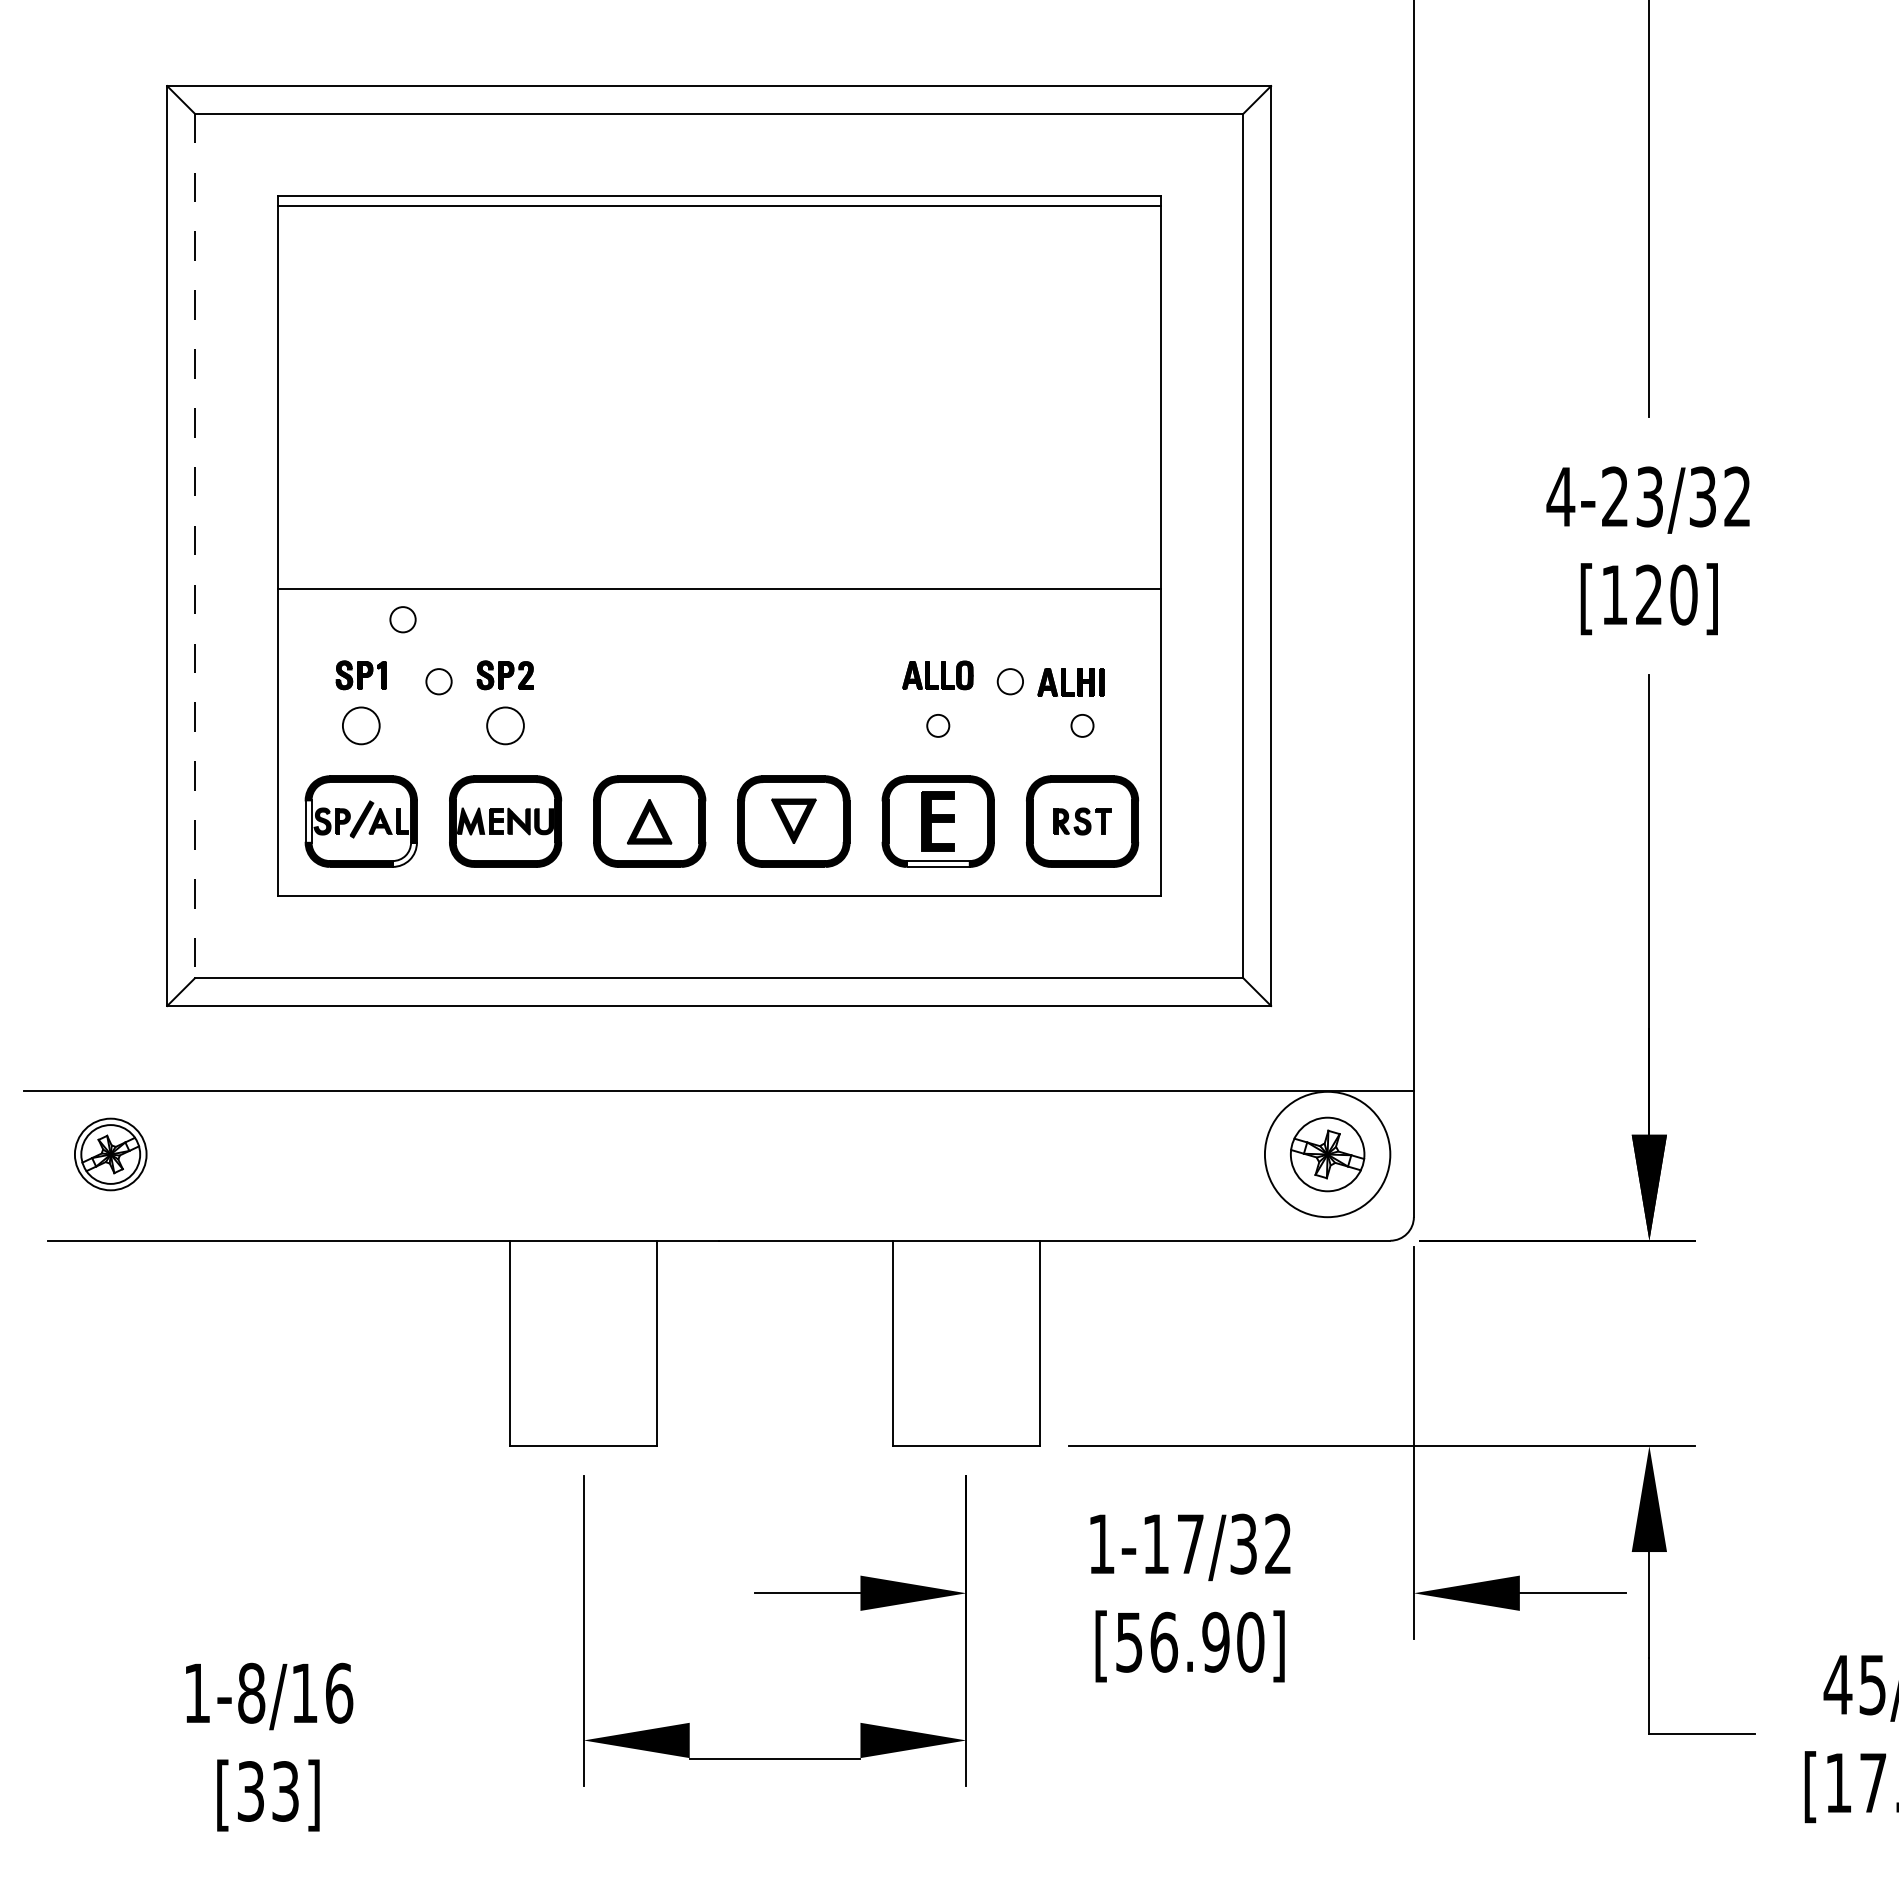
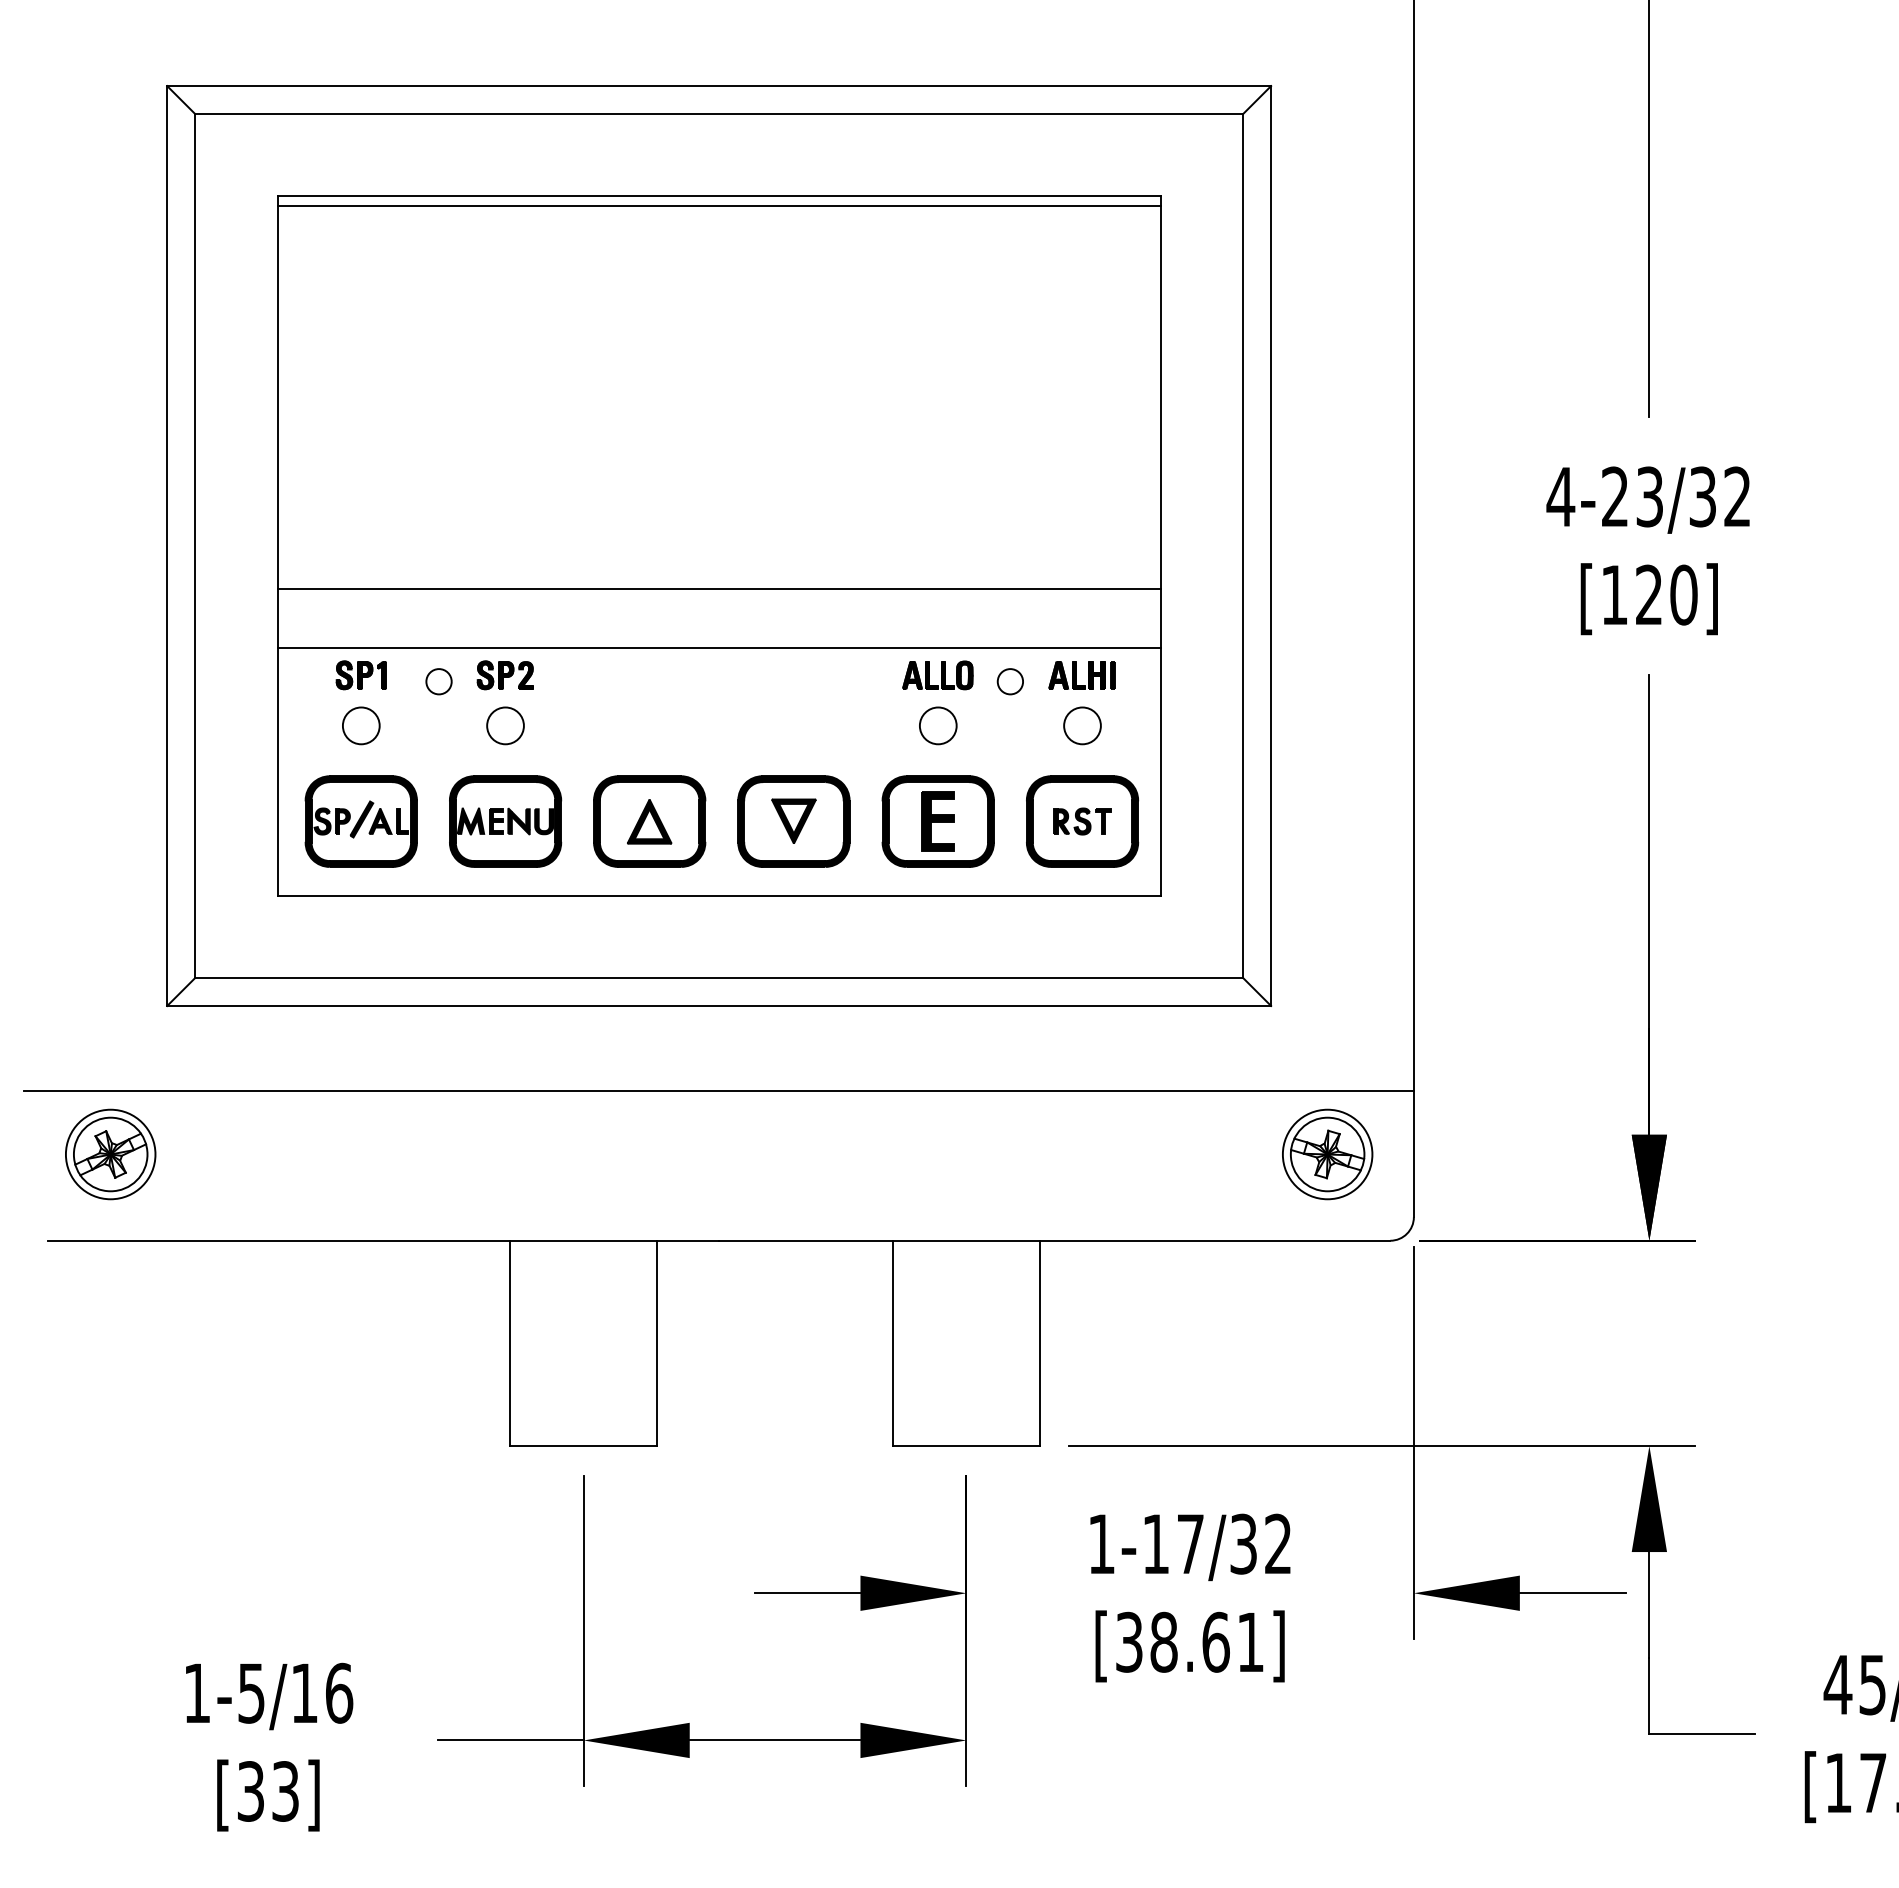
line at (194, 546): dashed -> solid
circle at (402, 619): present -> none
line at (718, 647): none -> present
part at (1070, 682) position: (1070, 682) -> (1081, 675)
circle at (938, 725) diameter: 22 px -> 37 px
circle at (1082, 725) diameter: 22 px -> 37 px
fill at (308, 821): none -> present
fill at (404, 854): none -> present
fill at (937, 863): none -> present
part at (110, 1154) size: 74x75 px -> 92x93 px
circle at (1327, 1154) diameter: 125 px -> 90 px
text at (1190, 1641): [56.90] -> [38.61]
text at (251, 1692): 1-8/16 -> 1-5/16
line at (510, 1740): none -> present
line at (774, 1759) position: (774, 1759) -> (774, 1740)
